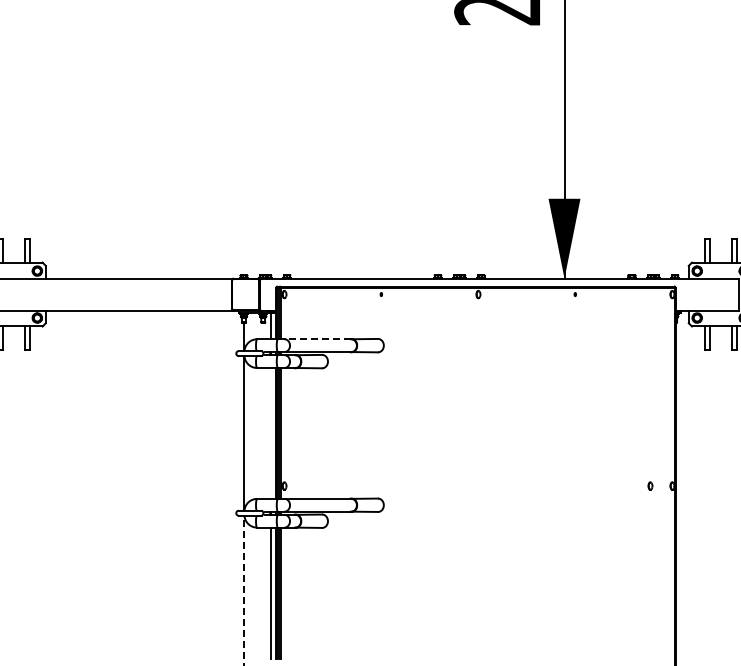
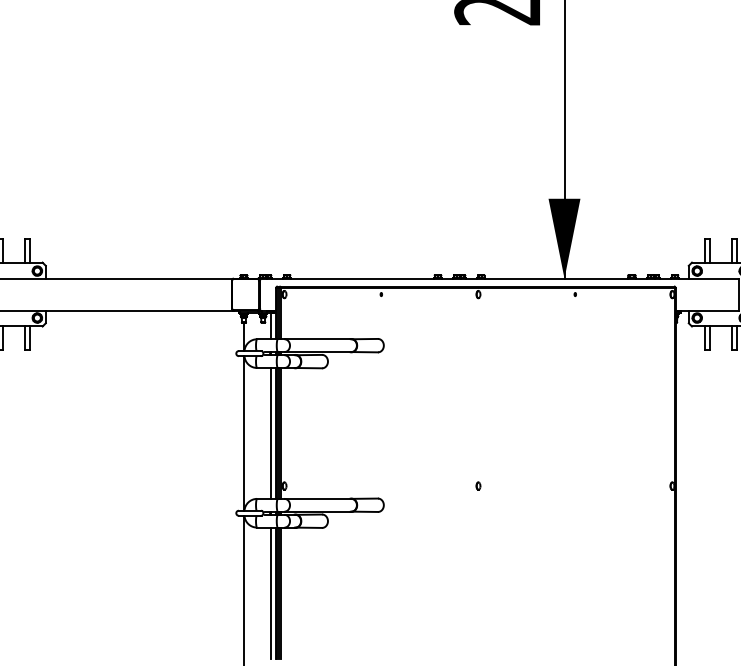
line at (317, 339): dashed -> solid
line at (271, 433): none -> present
part at (650, 485) position: (650, 485) -> (478, 485)
line at (243, 590): dashed -> solid
